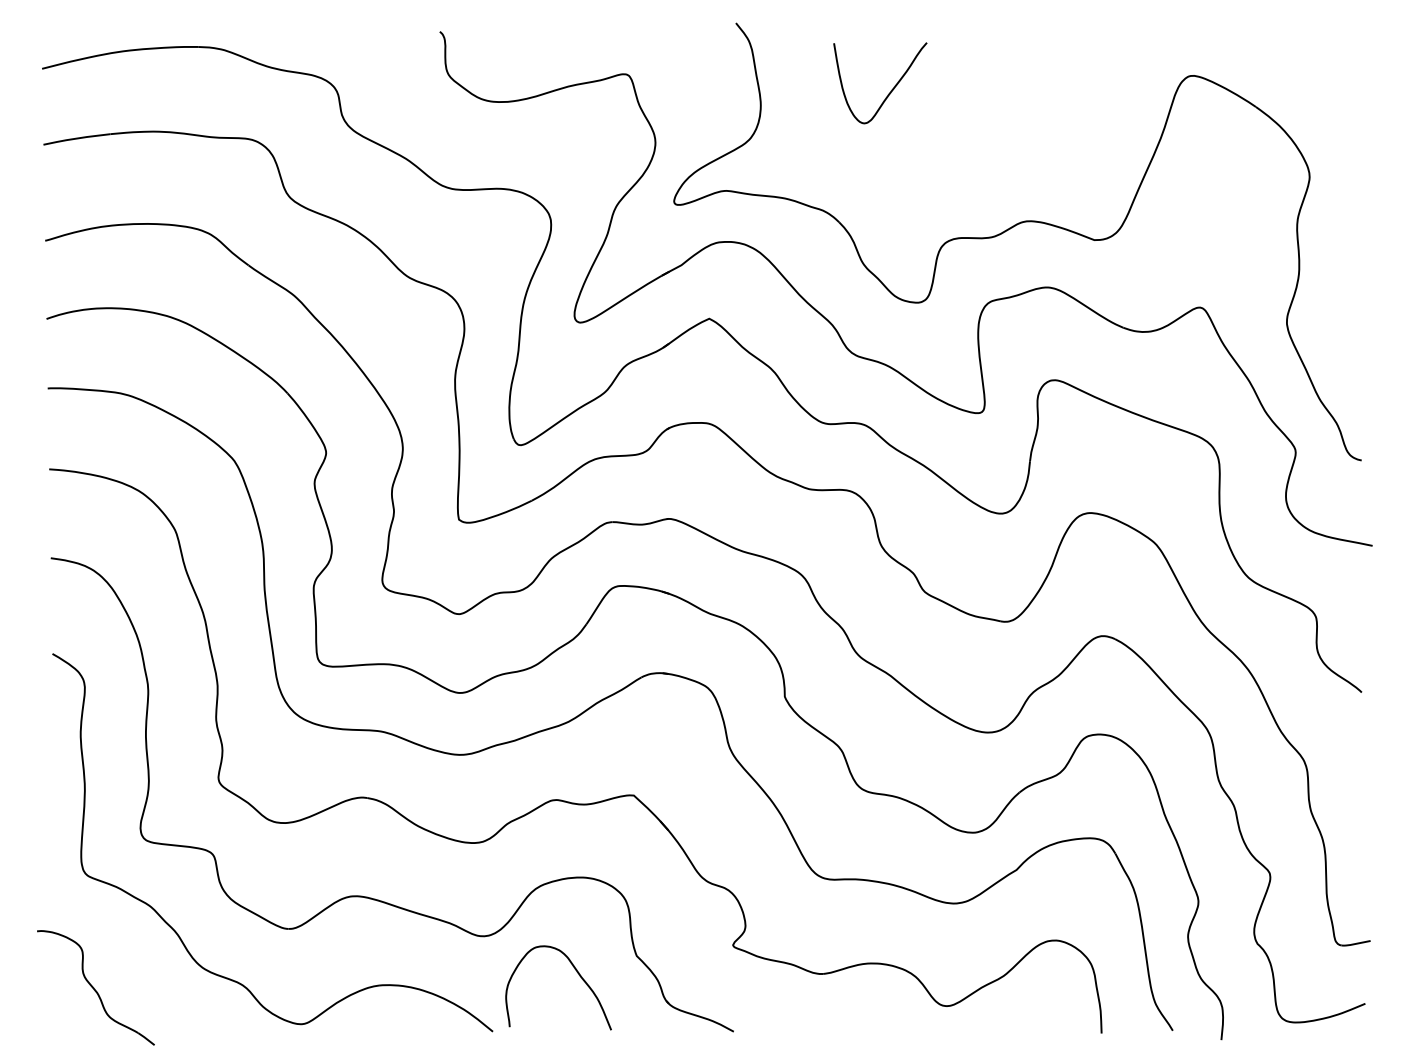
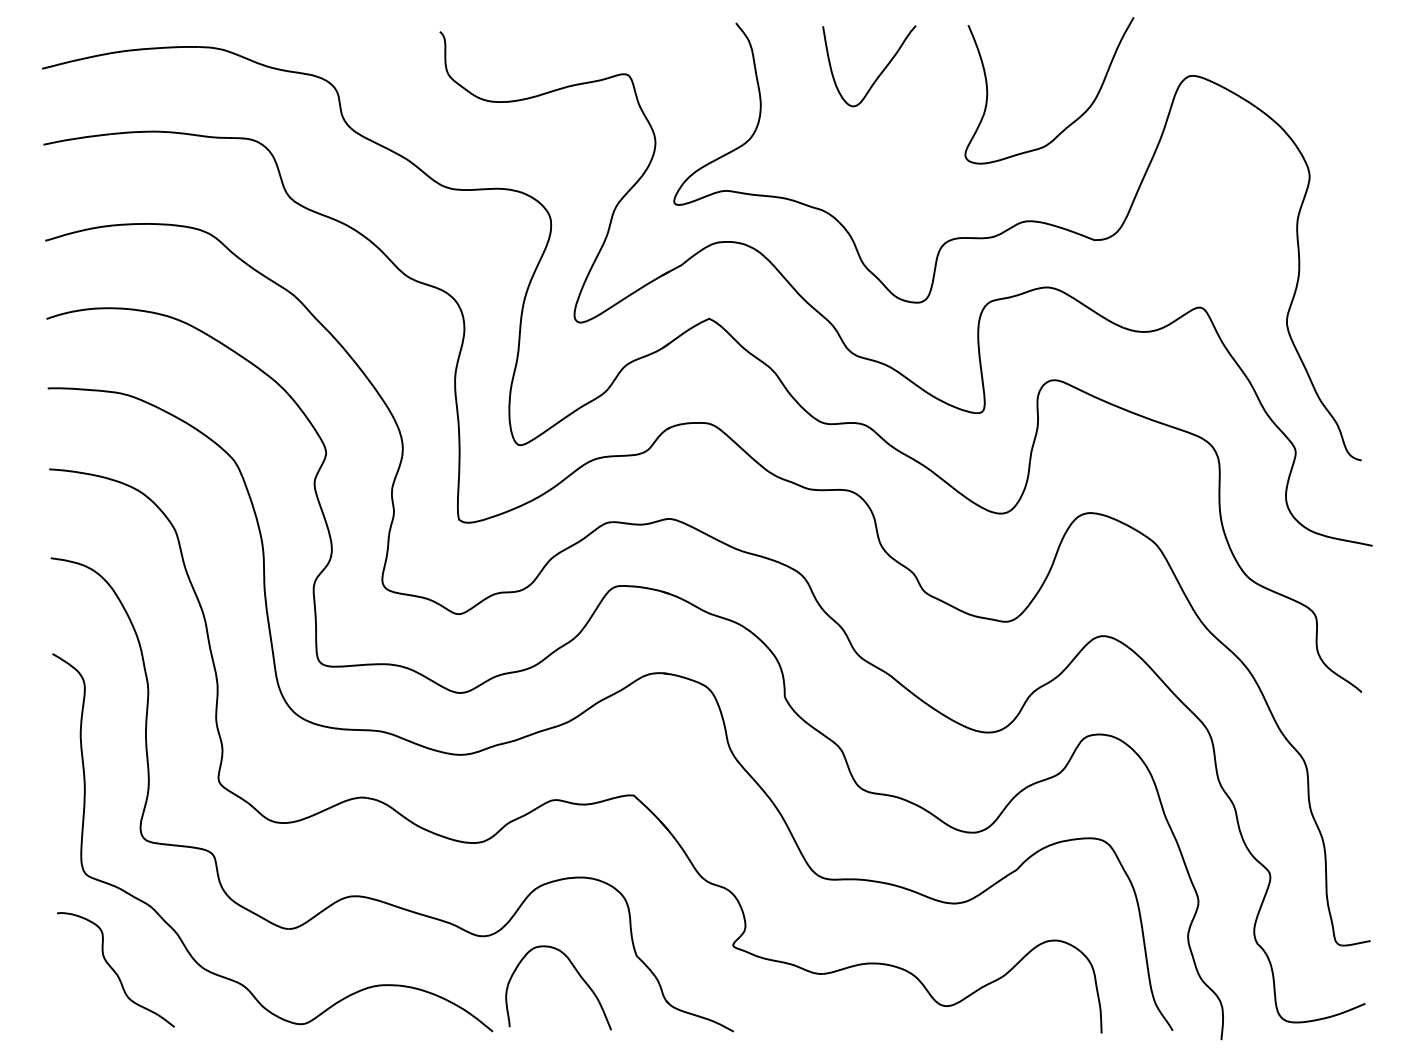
curve at (891, 89) position: (891, 89) -> (880, 72)
curve at (1071, 122): none -> present
part at (95, 987) position: (95, 987) -> (115, 969)
